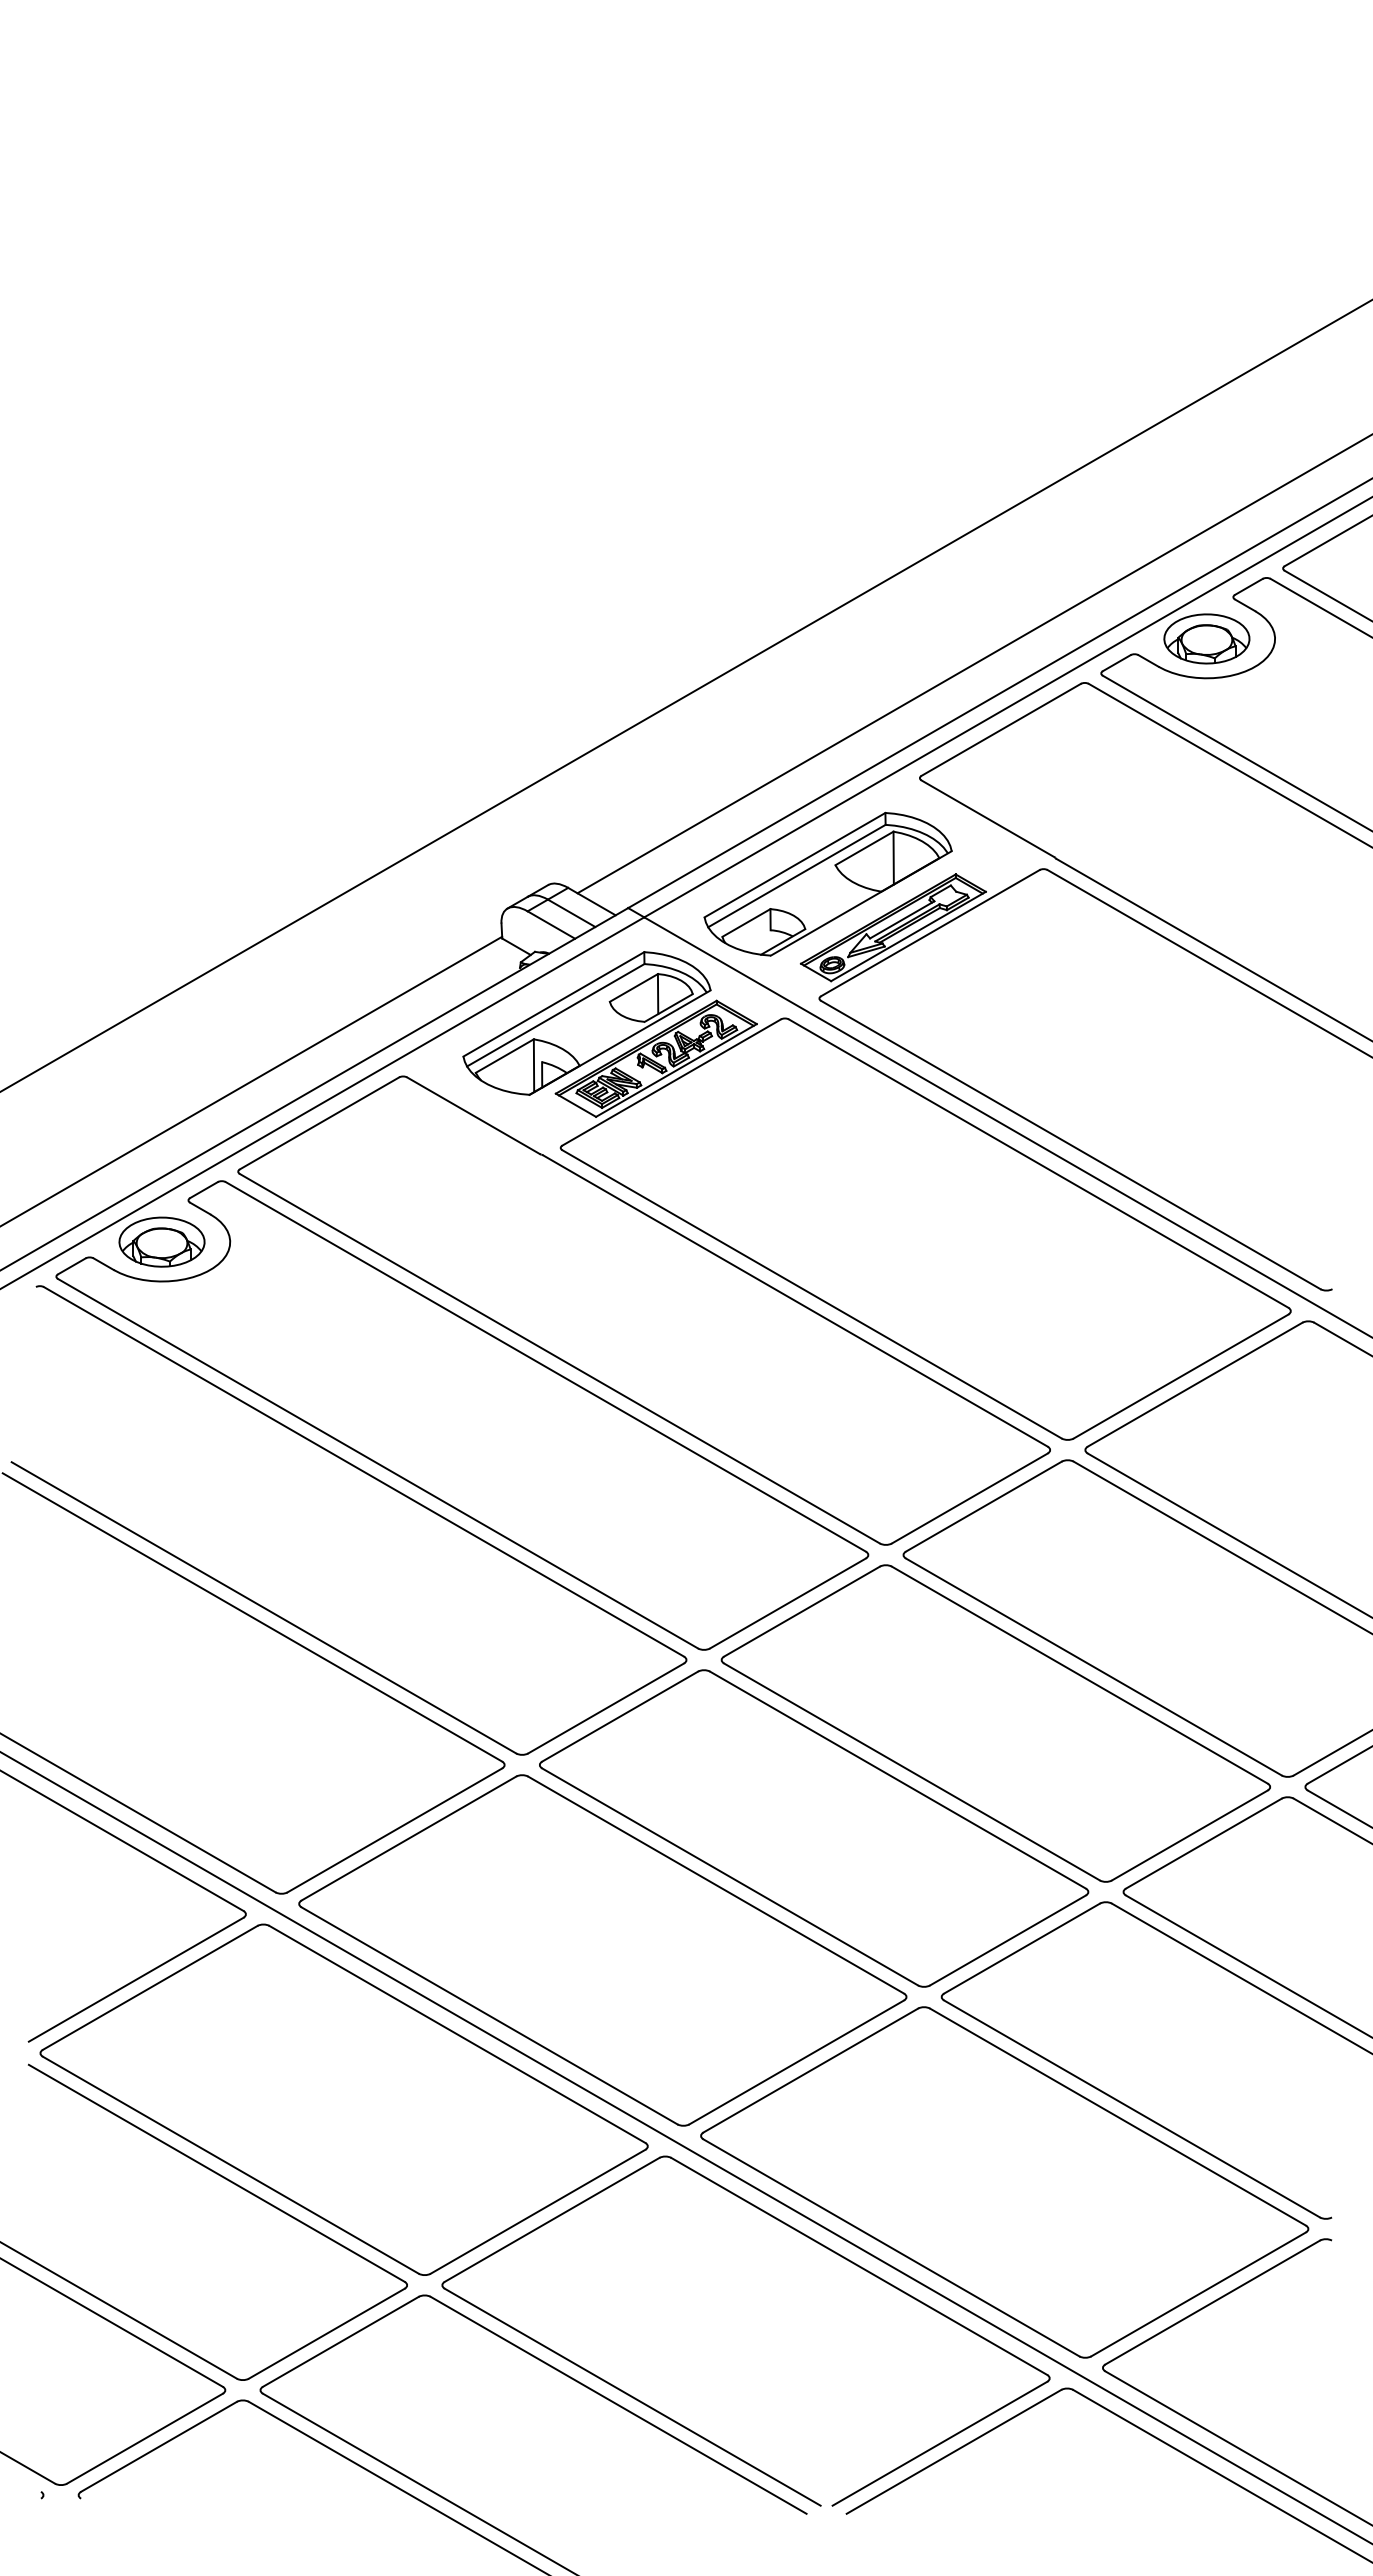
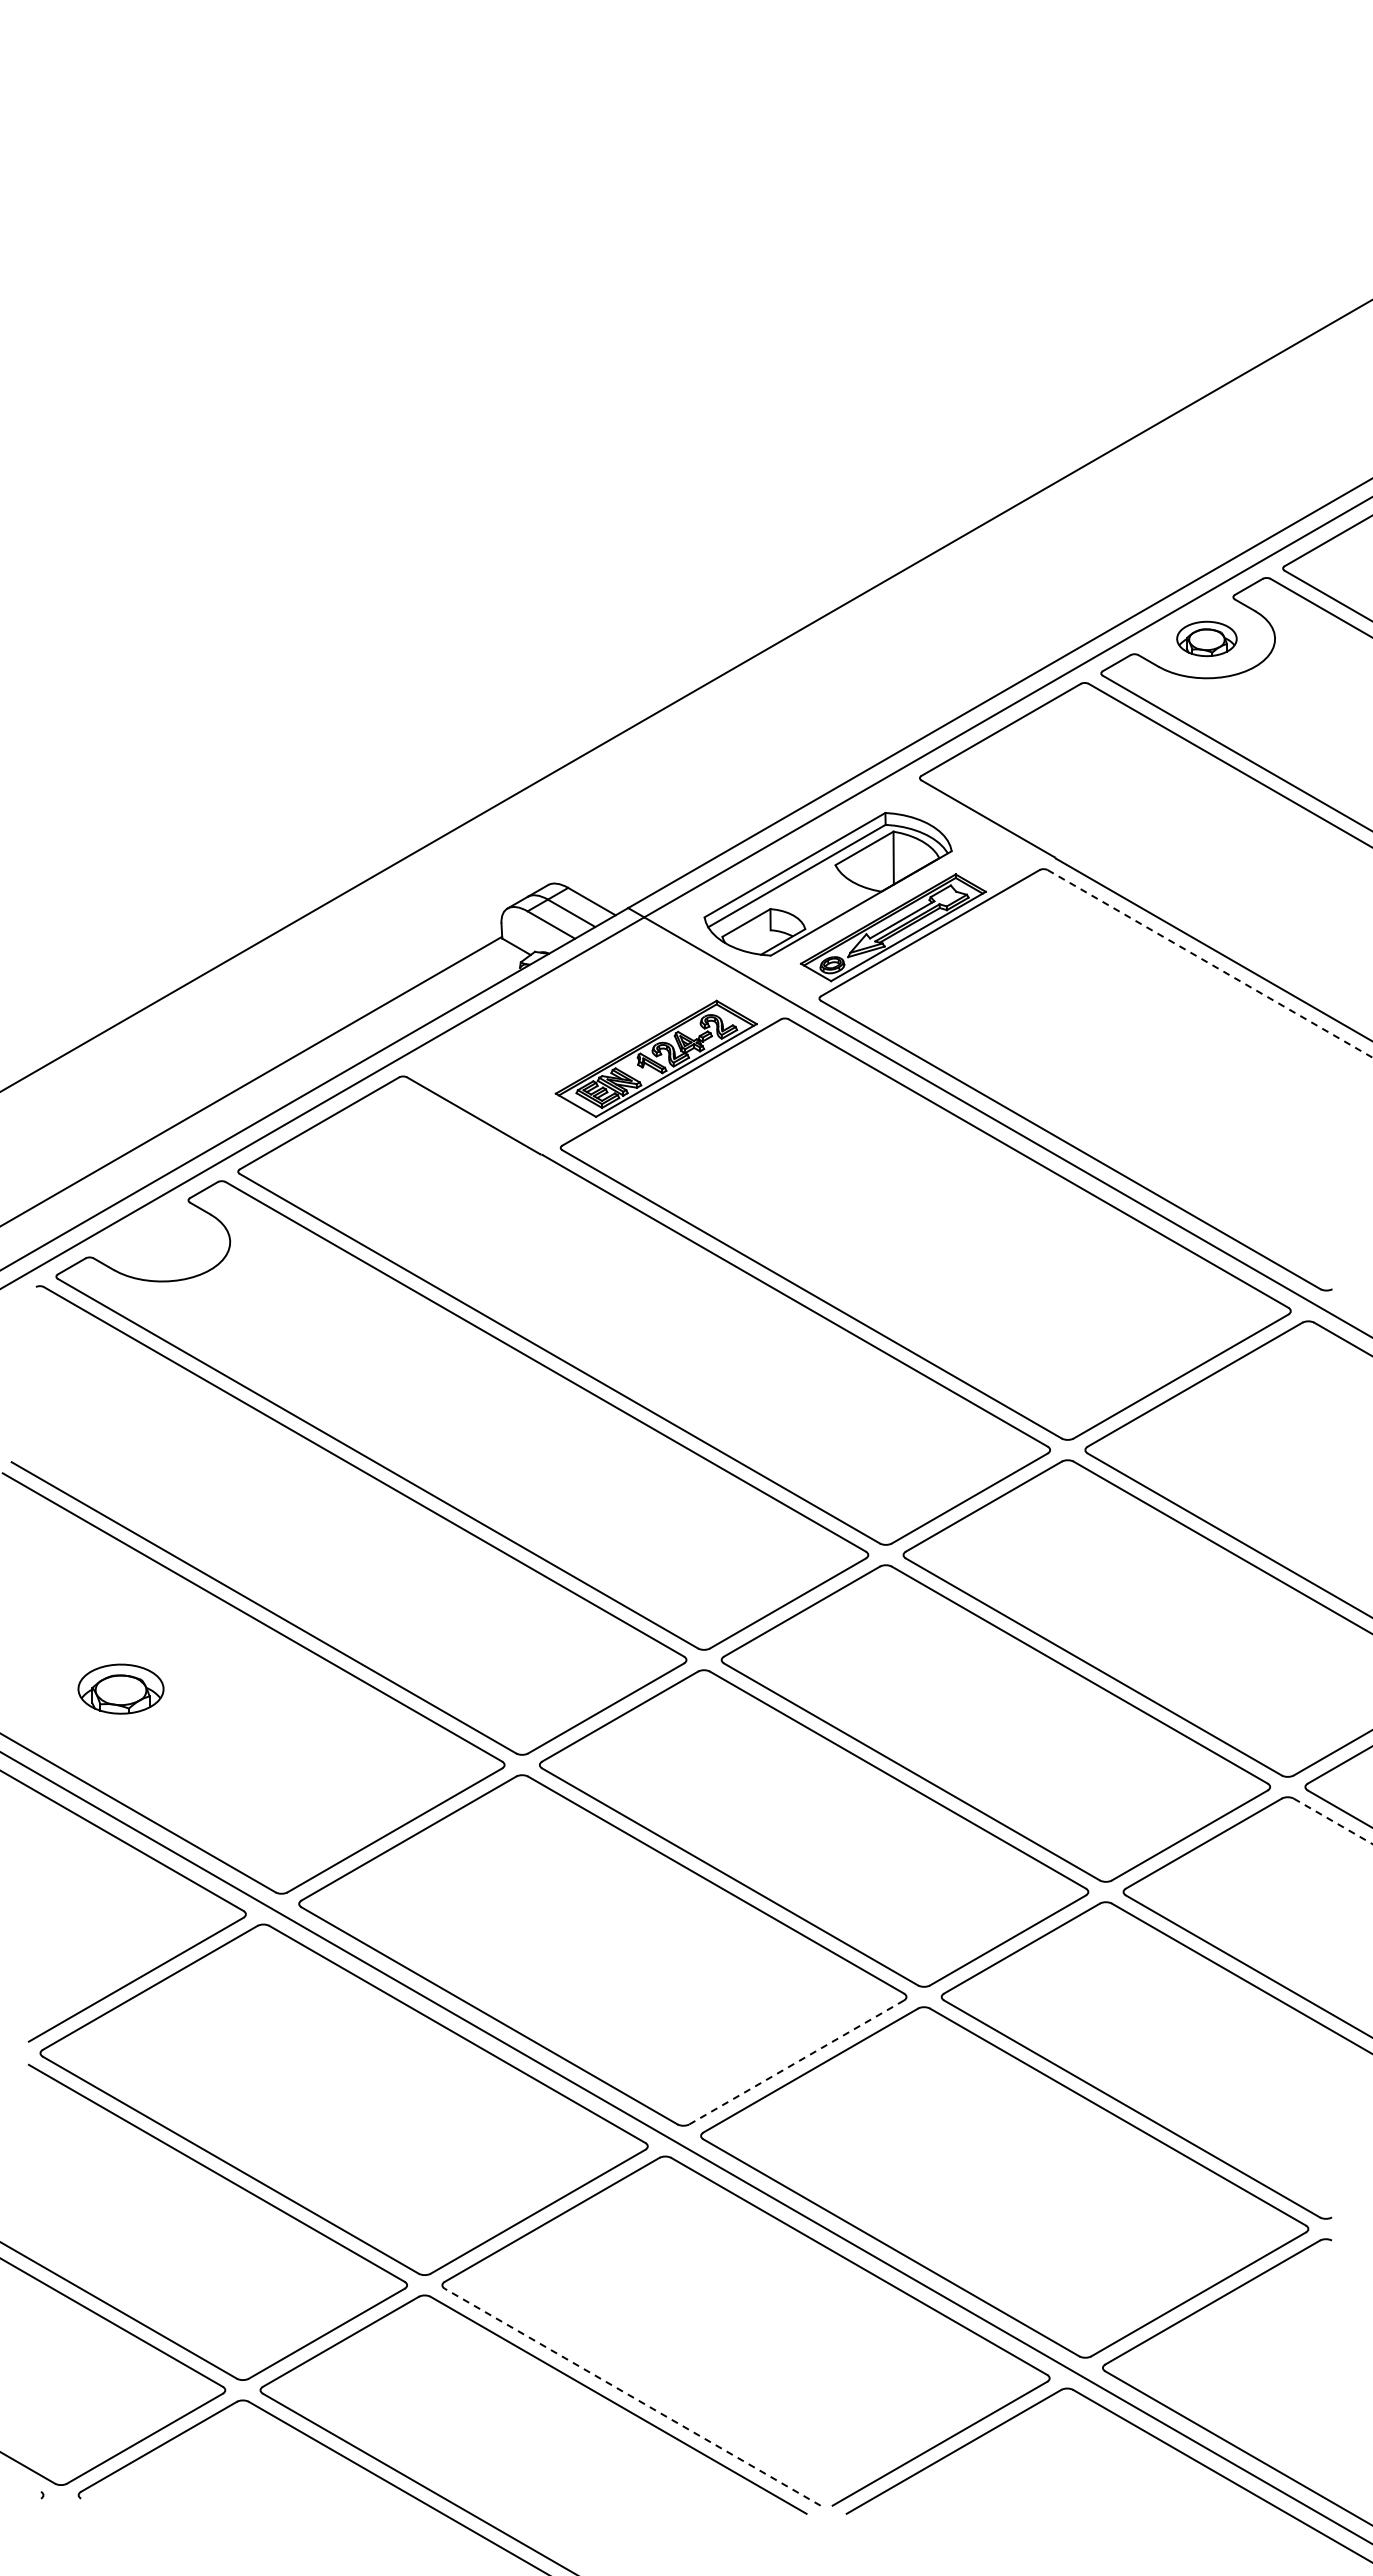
part at (1206, 638) size: 88x52 px -> 62x38 px
line at (973, 664): present -> none
line at (1210, 964): solid -> dashed
part at (586, 1023): present -> none
part at (161, 1241) position: (161, 1241) -> (120, 1688)
line at (1333, 1821): solid -> dashed
line at (796, 2062): solid -> dashed
line at (632, 2397): solid -> dashed
